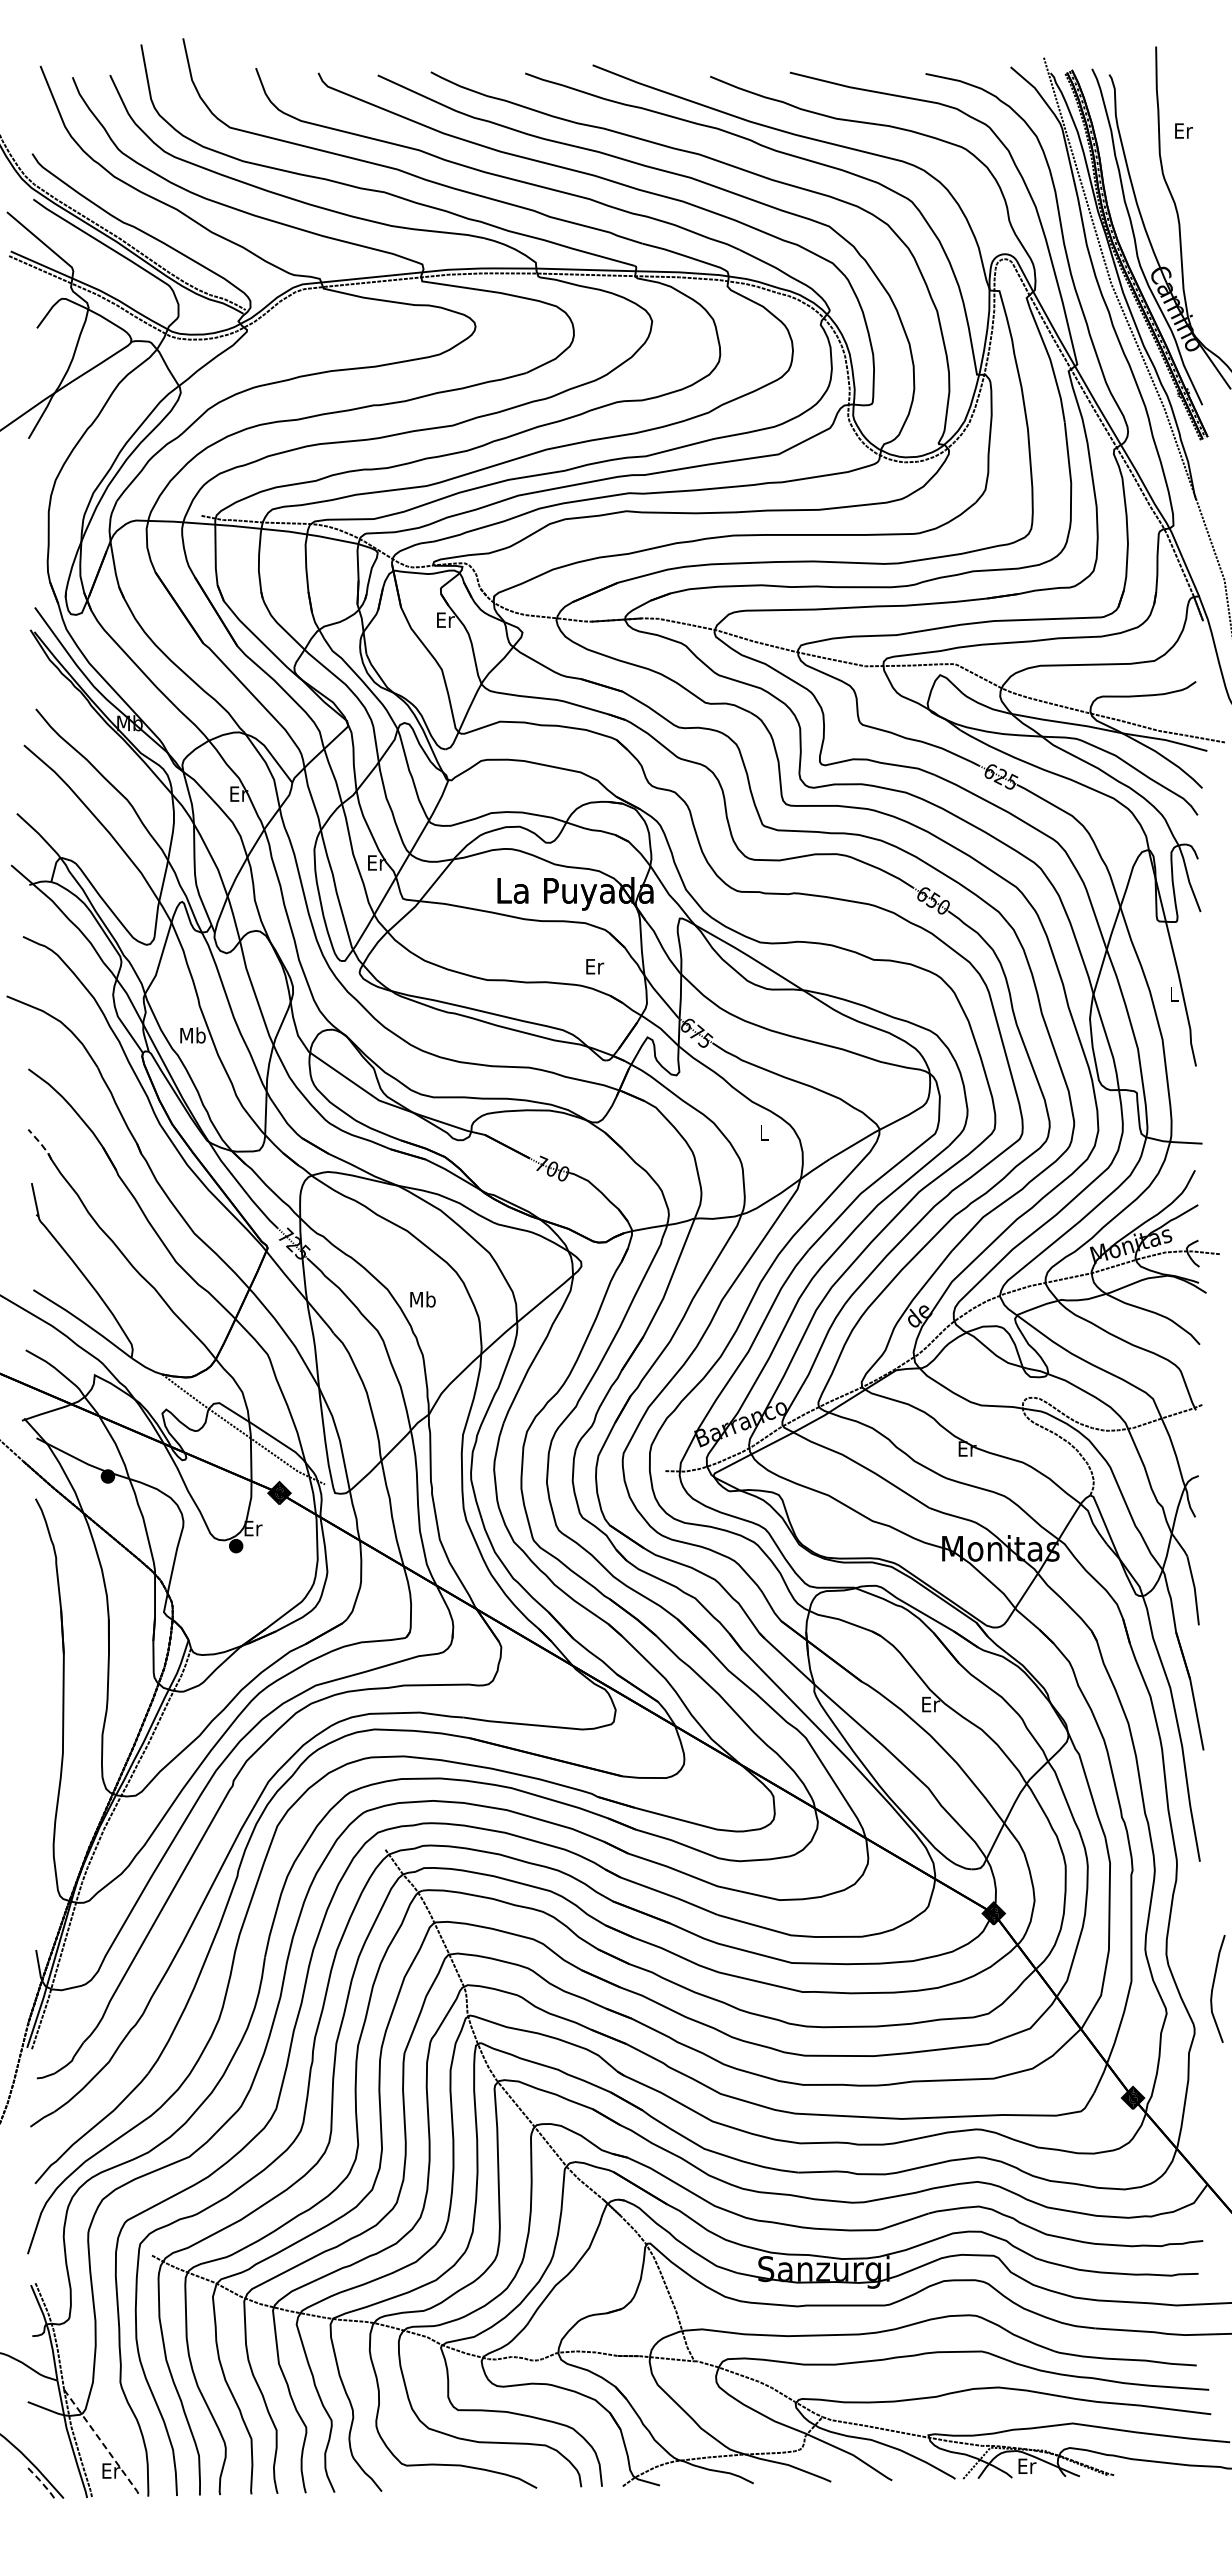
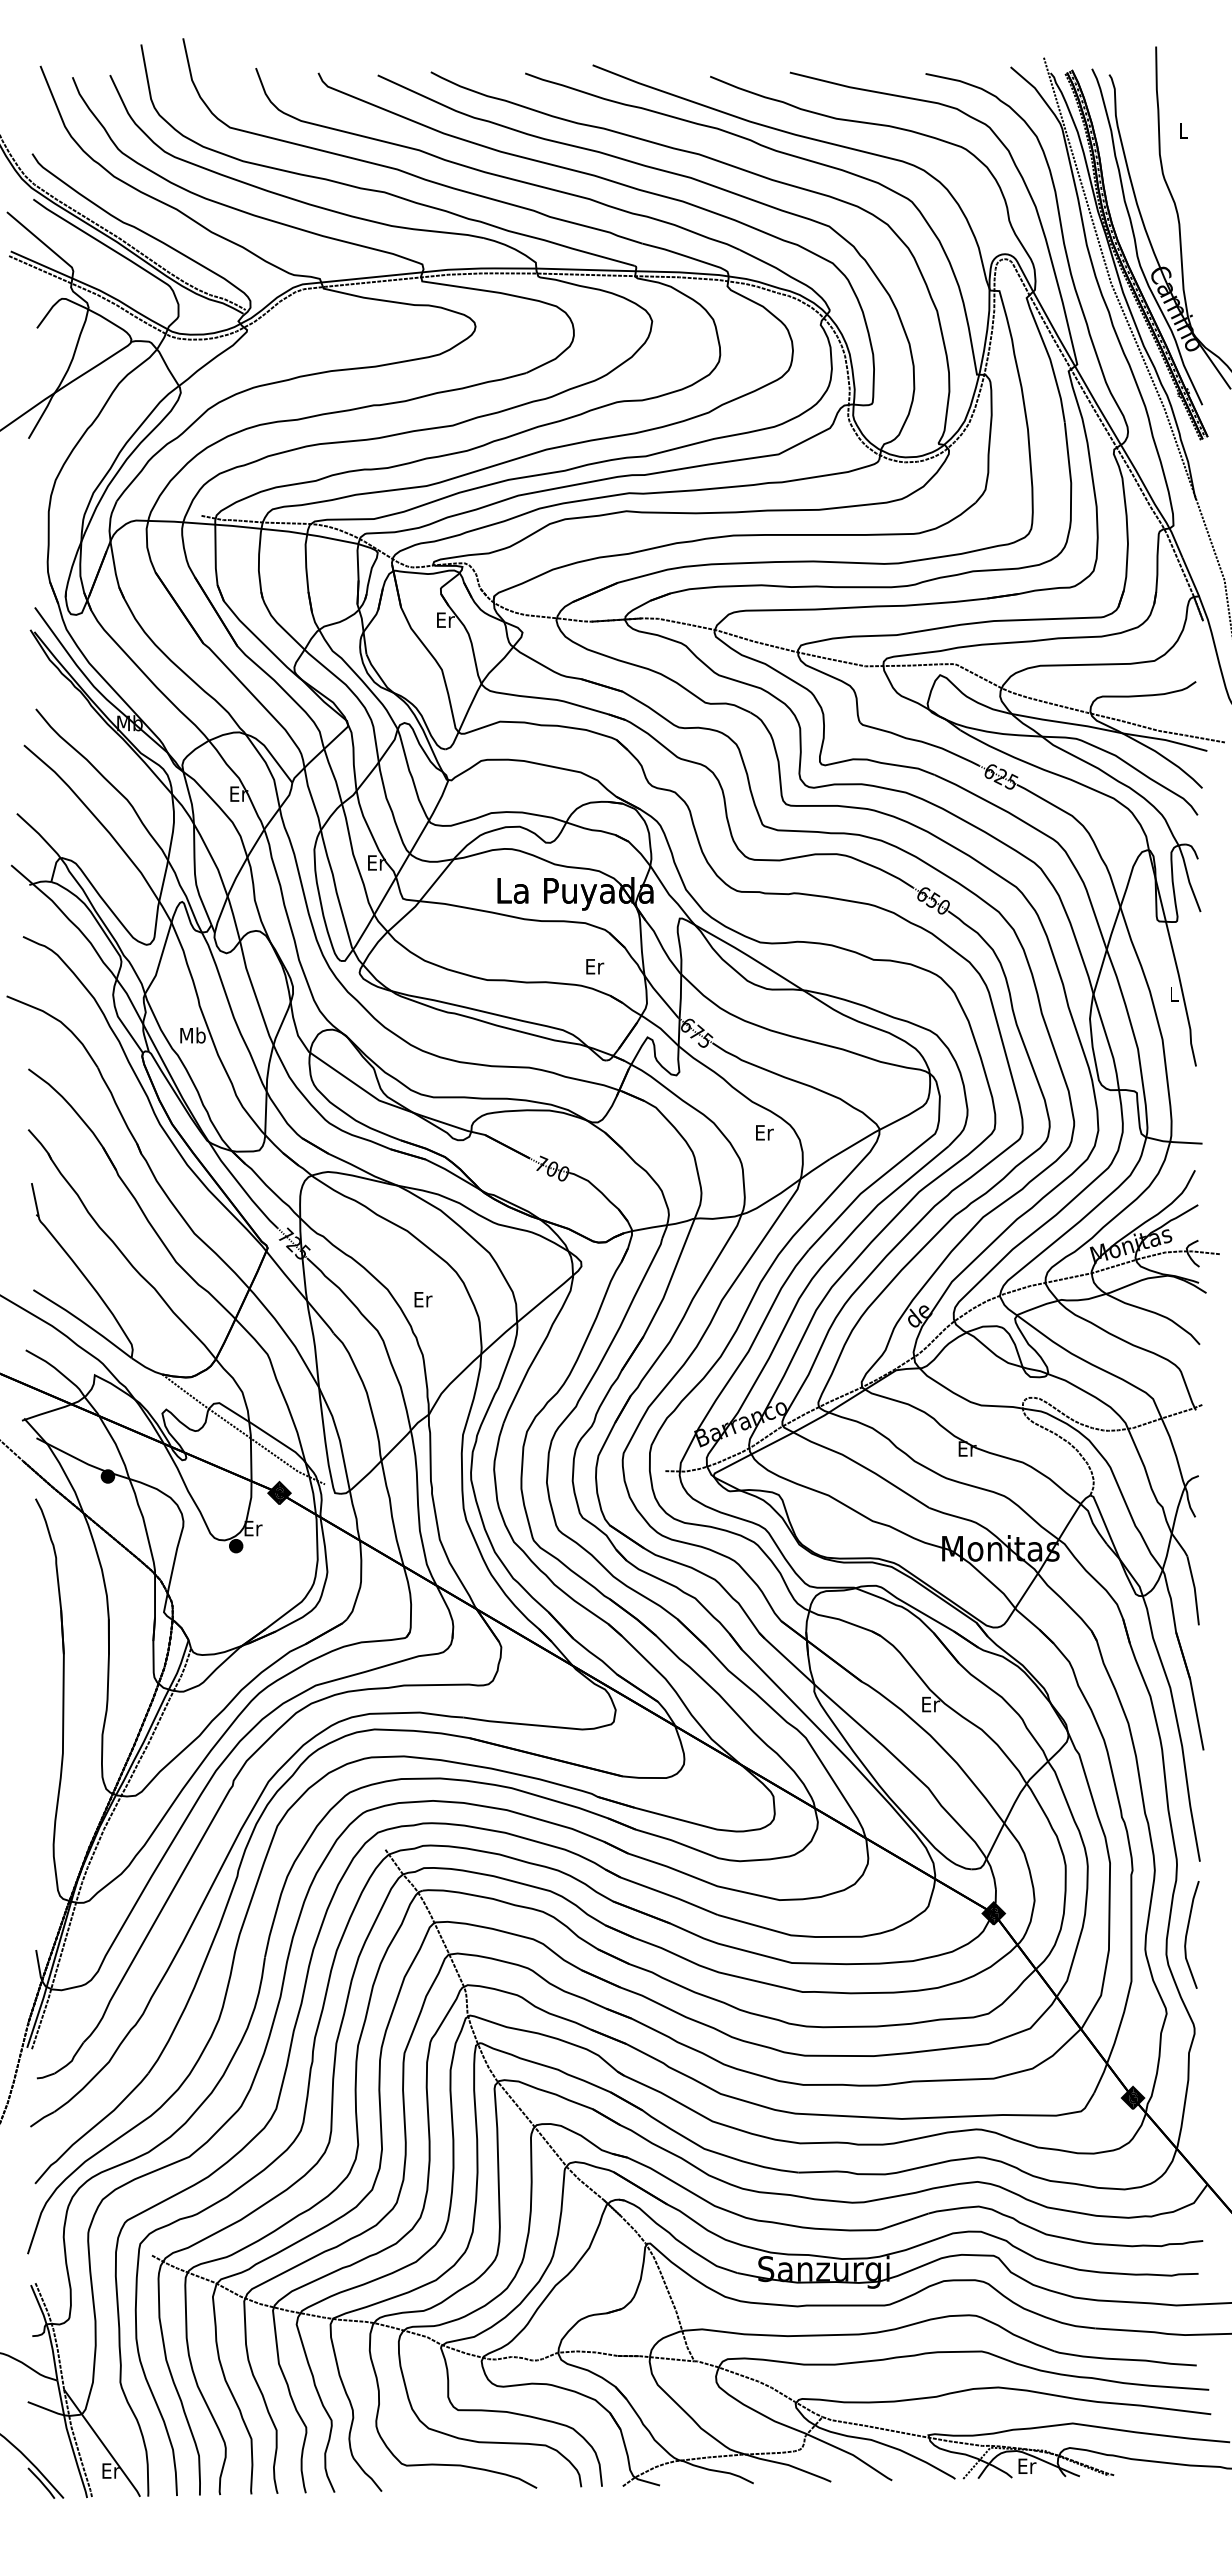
text at (1183, 130): Er -> L
text at (764, 1132): L -> Er
line at (40, 1143): dashed -> solid
text at (422, 1299): Mb -> Er
curve at (1213, 1988) position: (1213, 1988) -> (1187, 1934)
line at (102, 2443): dashed -> solid
line at (42, 2483): dashed -> solid
